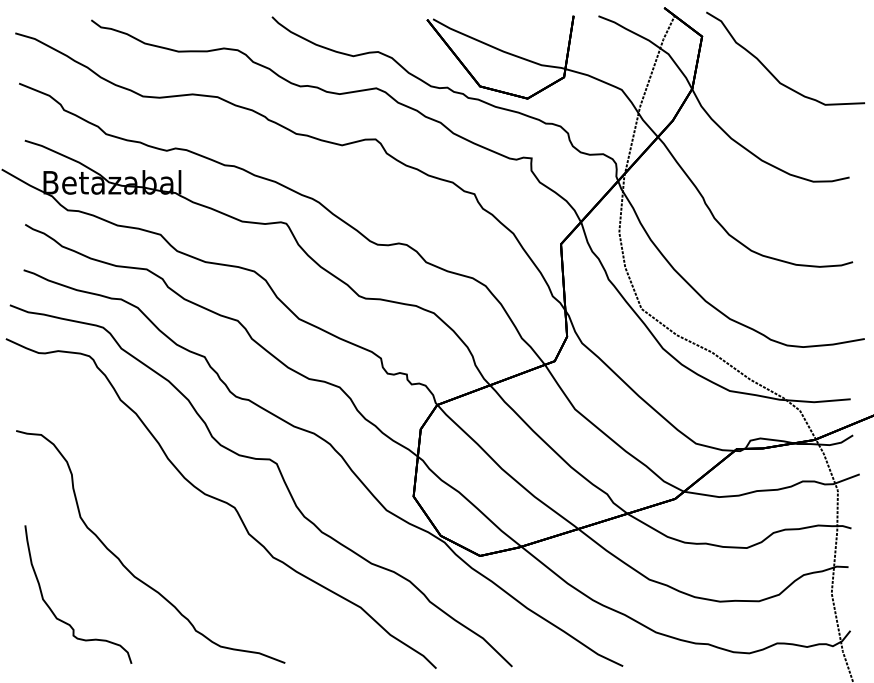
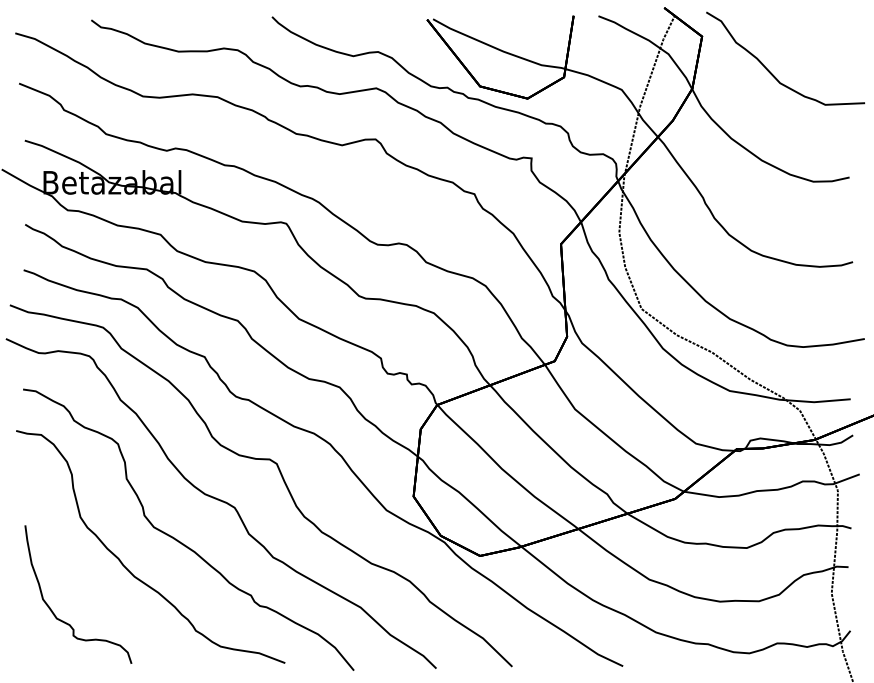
part at (179, 540): none -> present
